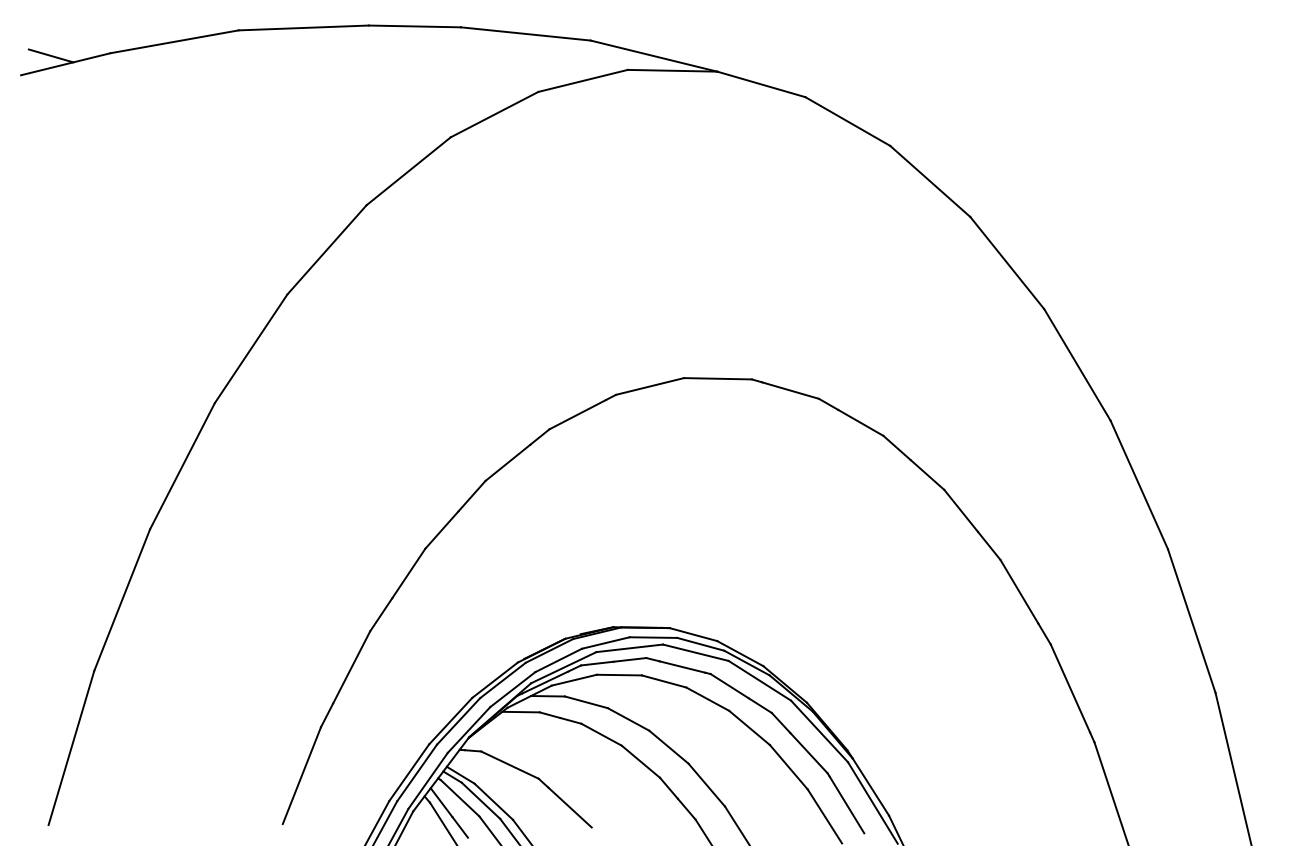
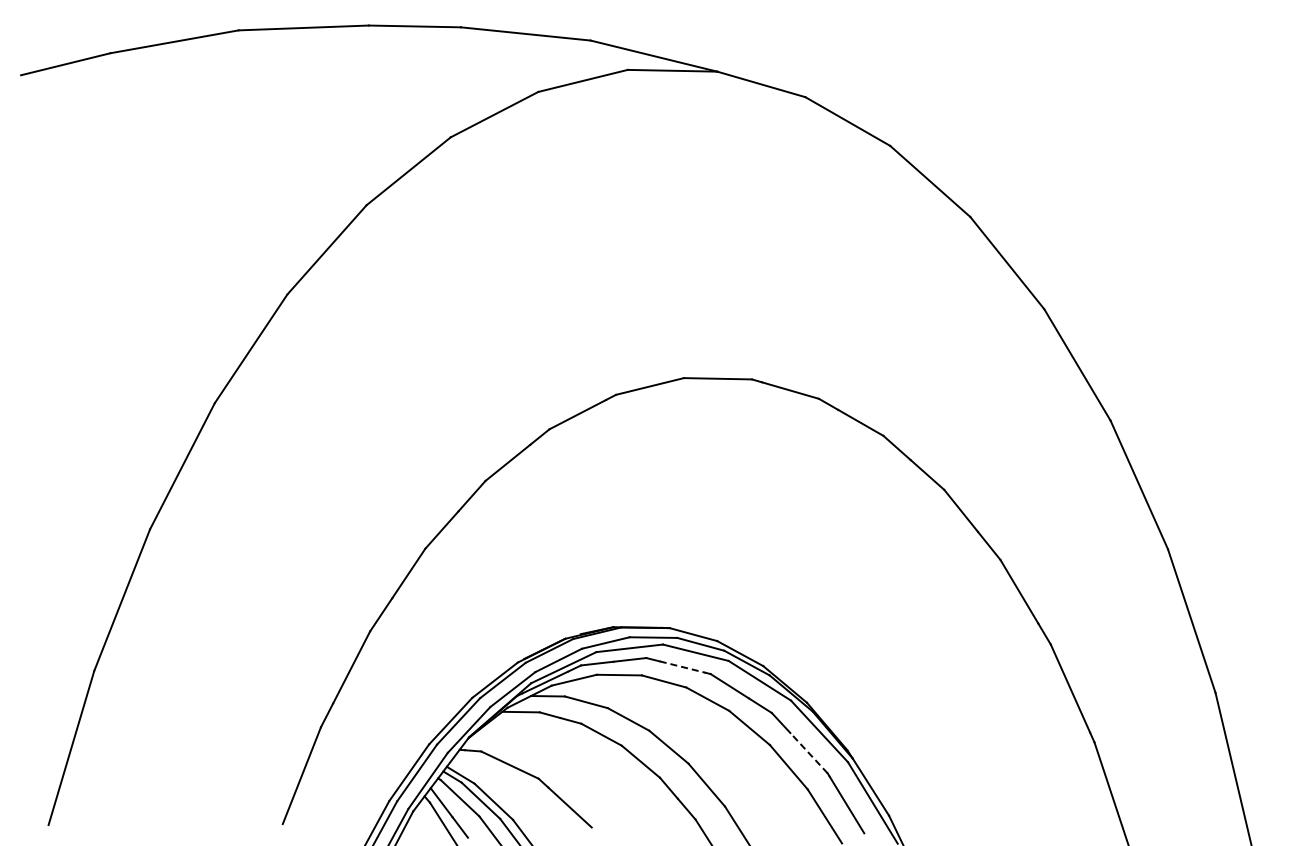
line at (50, 55): present -> none
line at (683, 667): solid -> dashed
line at (808, 752): solid -> dashed
